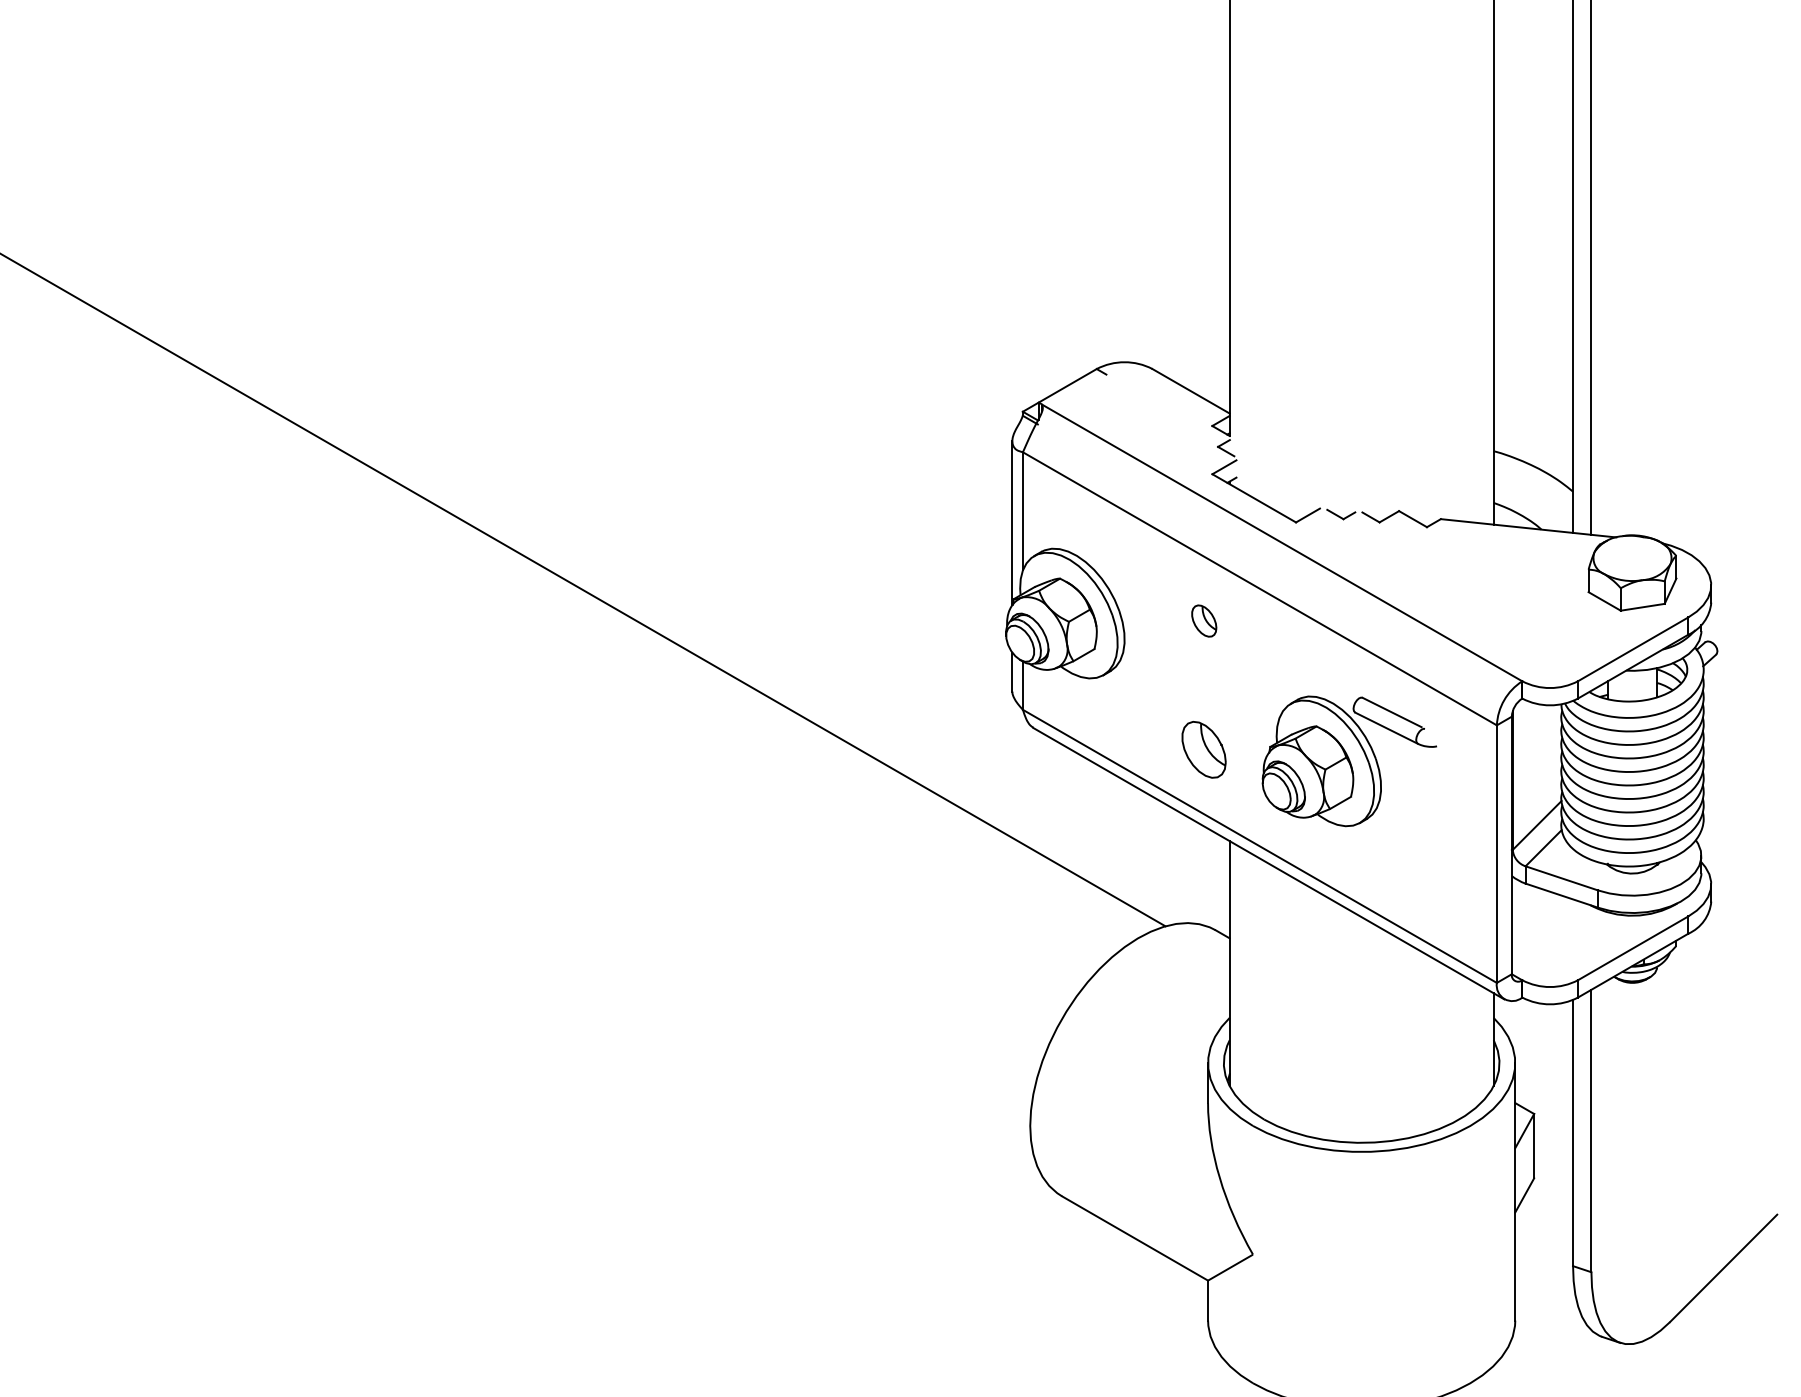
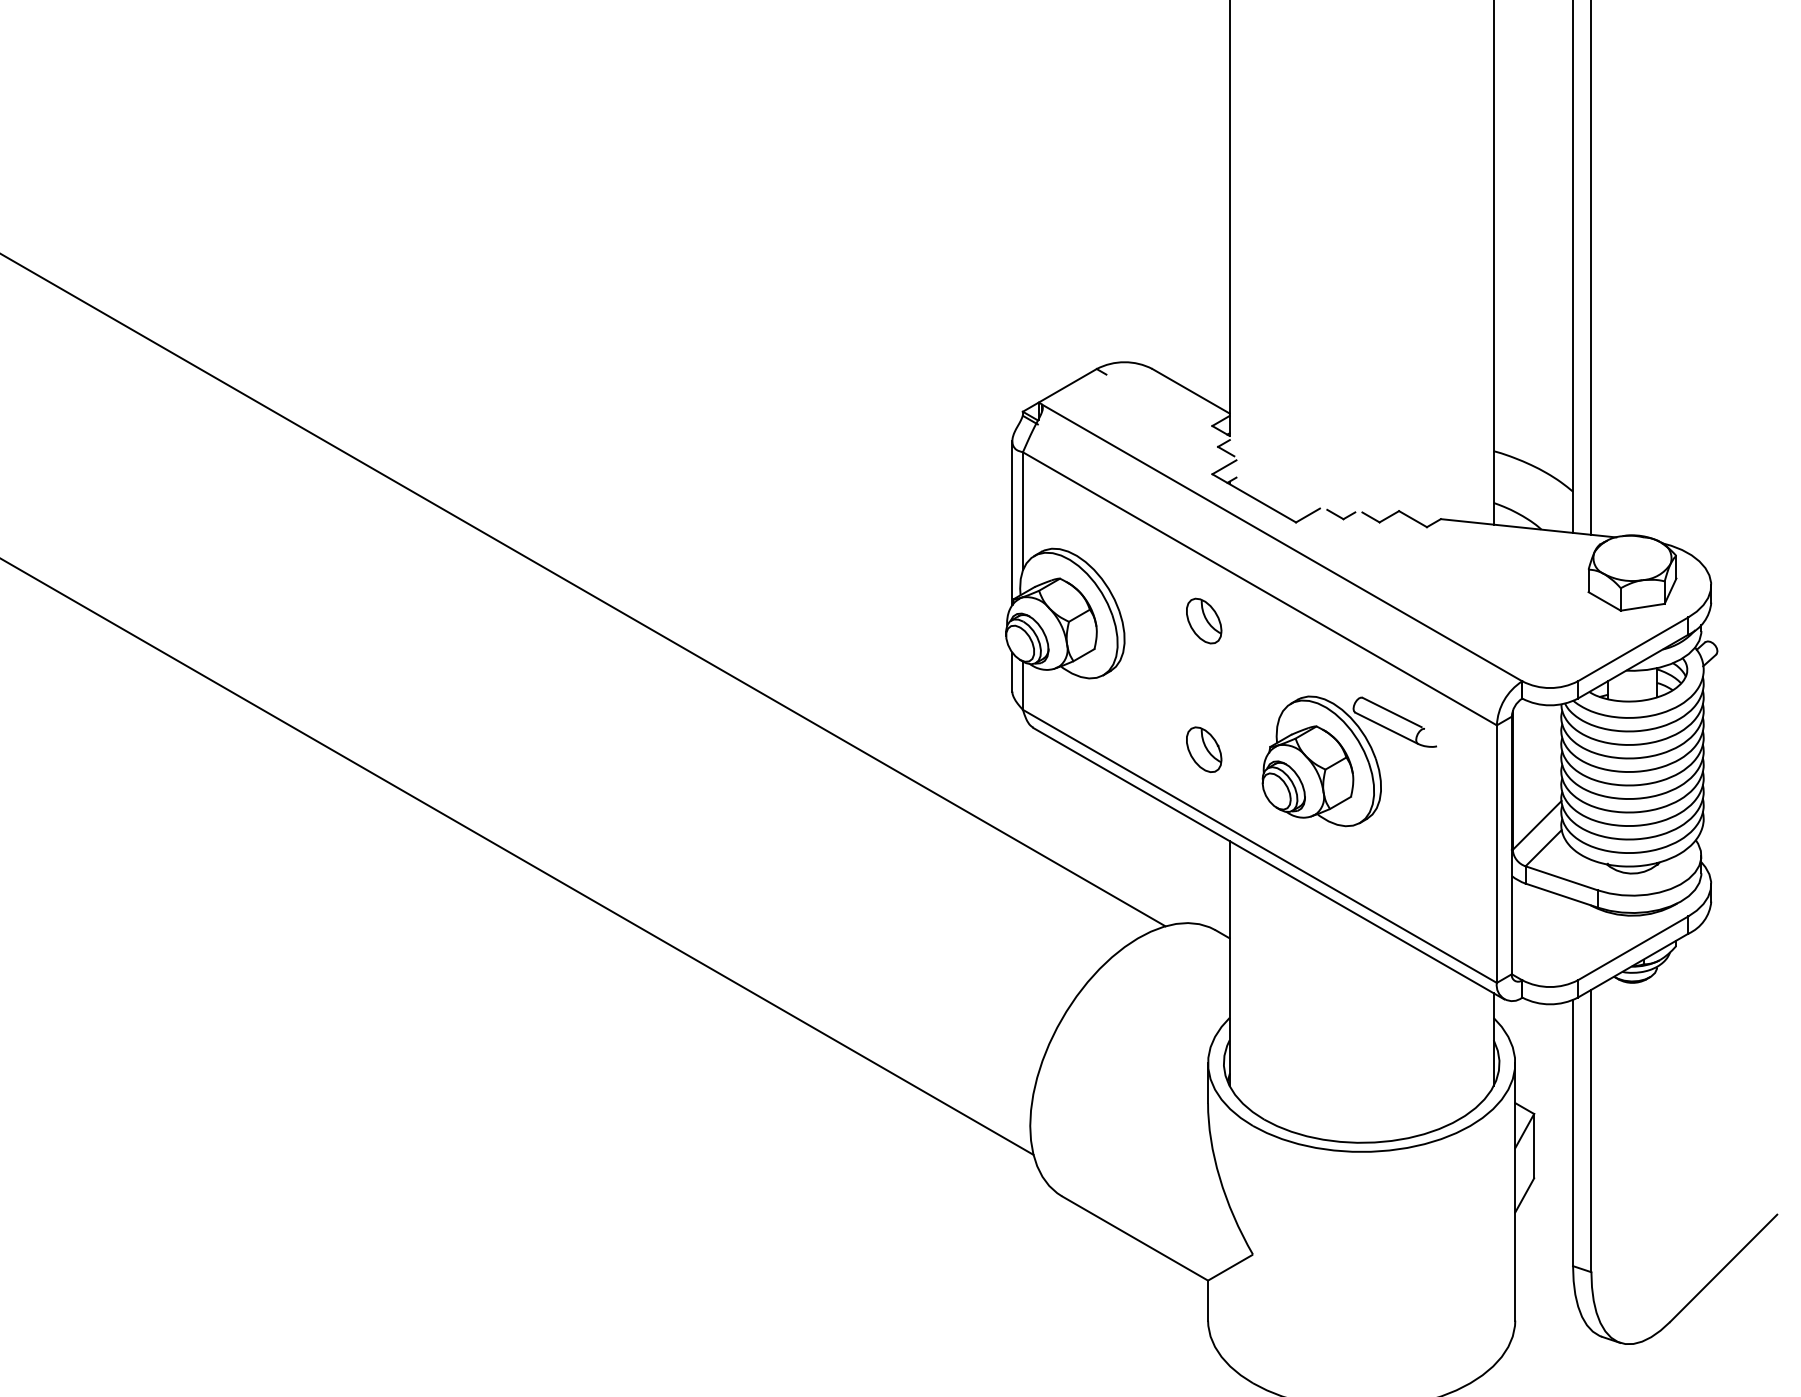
part at (1204, 620) size: 27x34 px -> 37x48 px
part at (1203, 749) size: 46x58 px -> 37x47 px
line at (517, 856): none -> present
